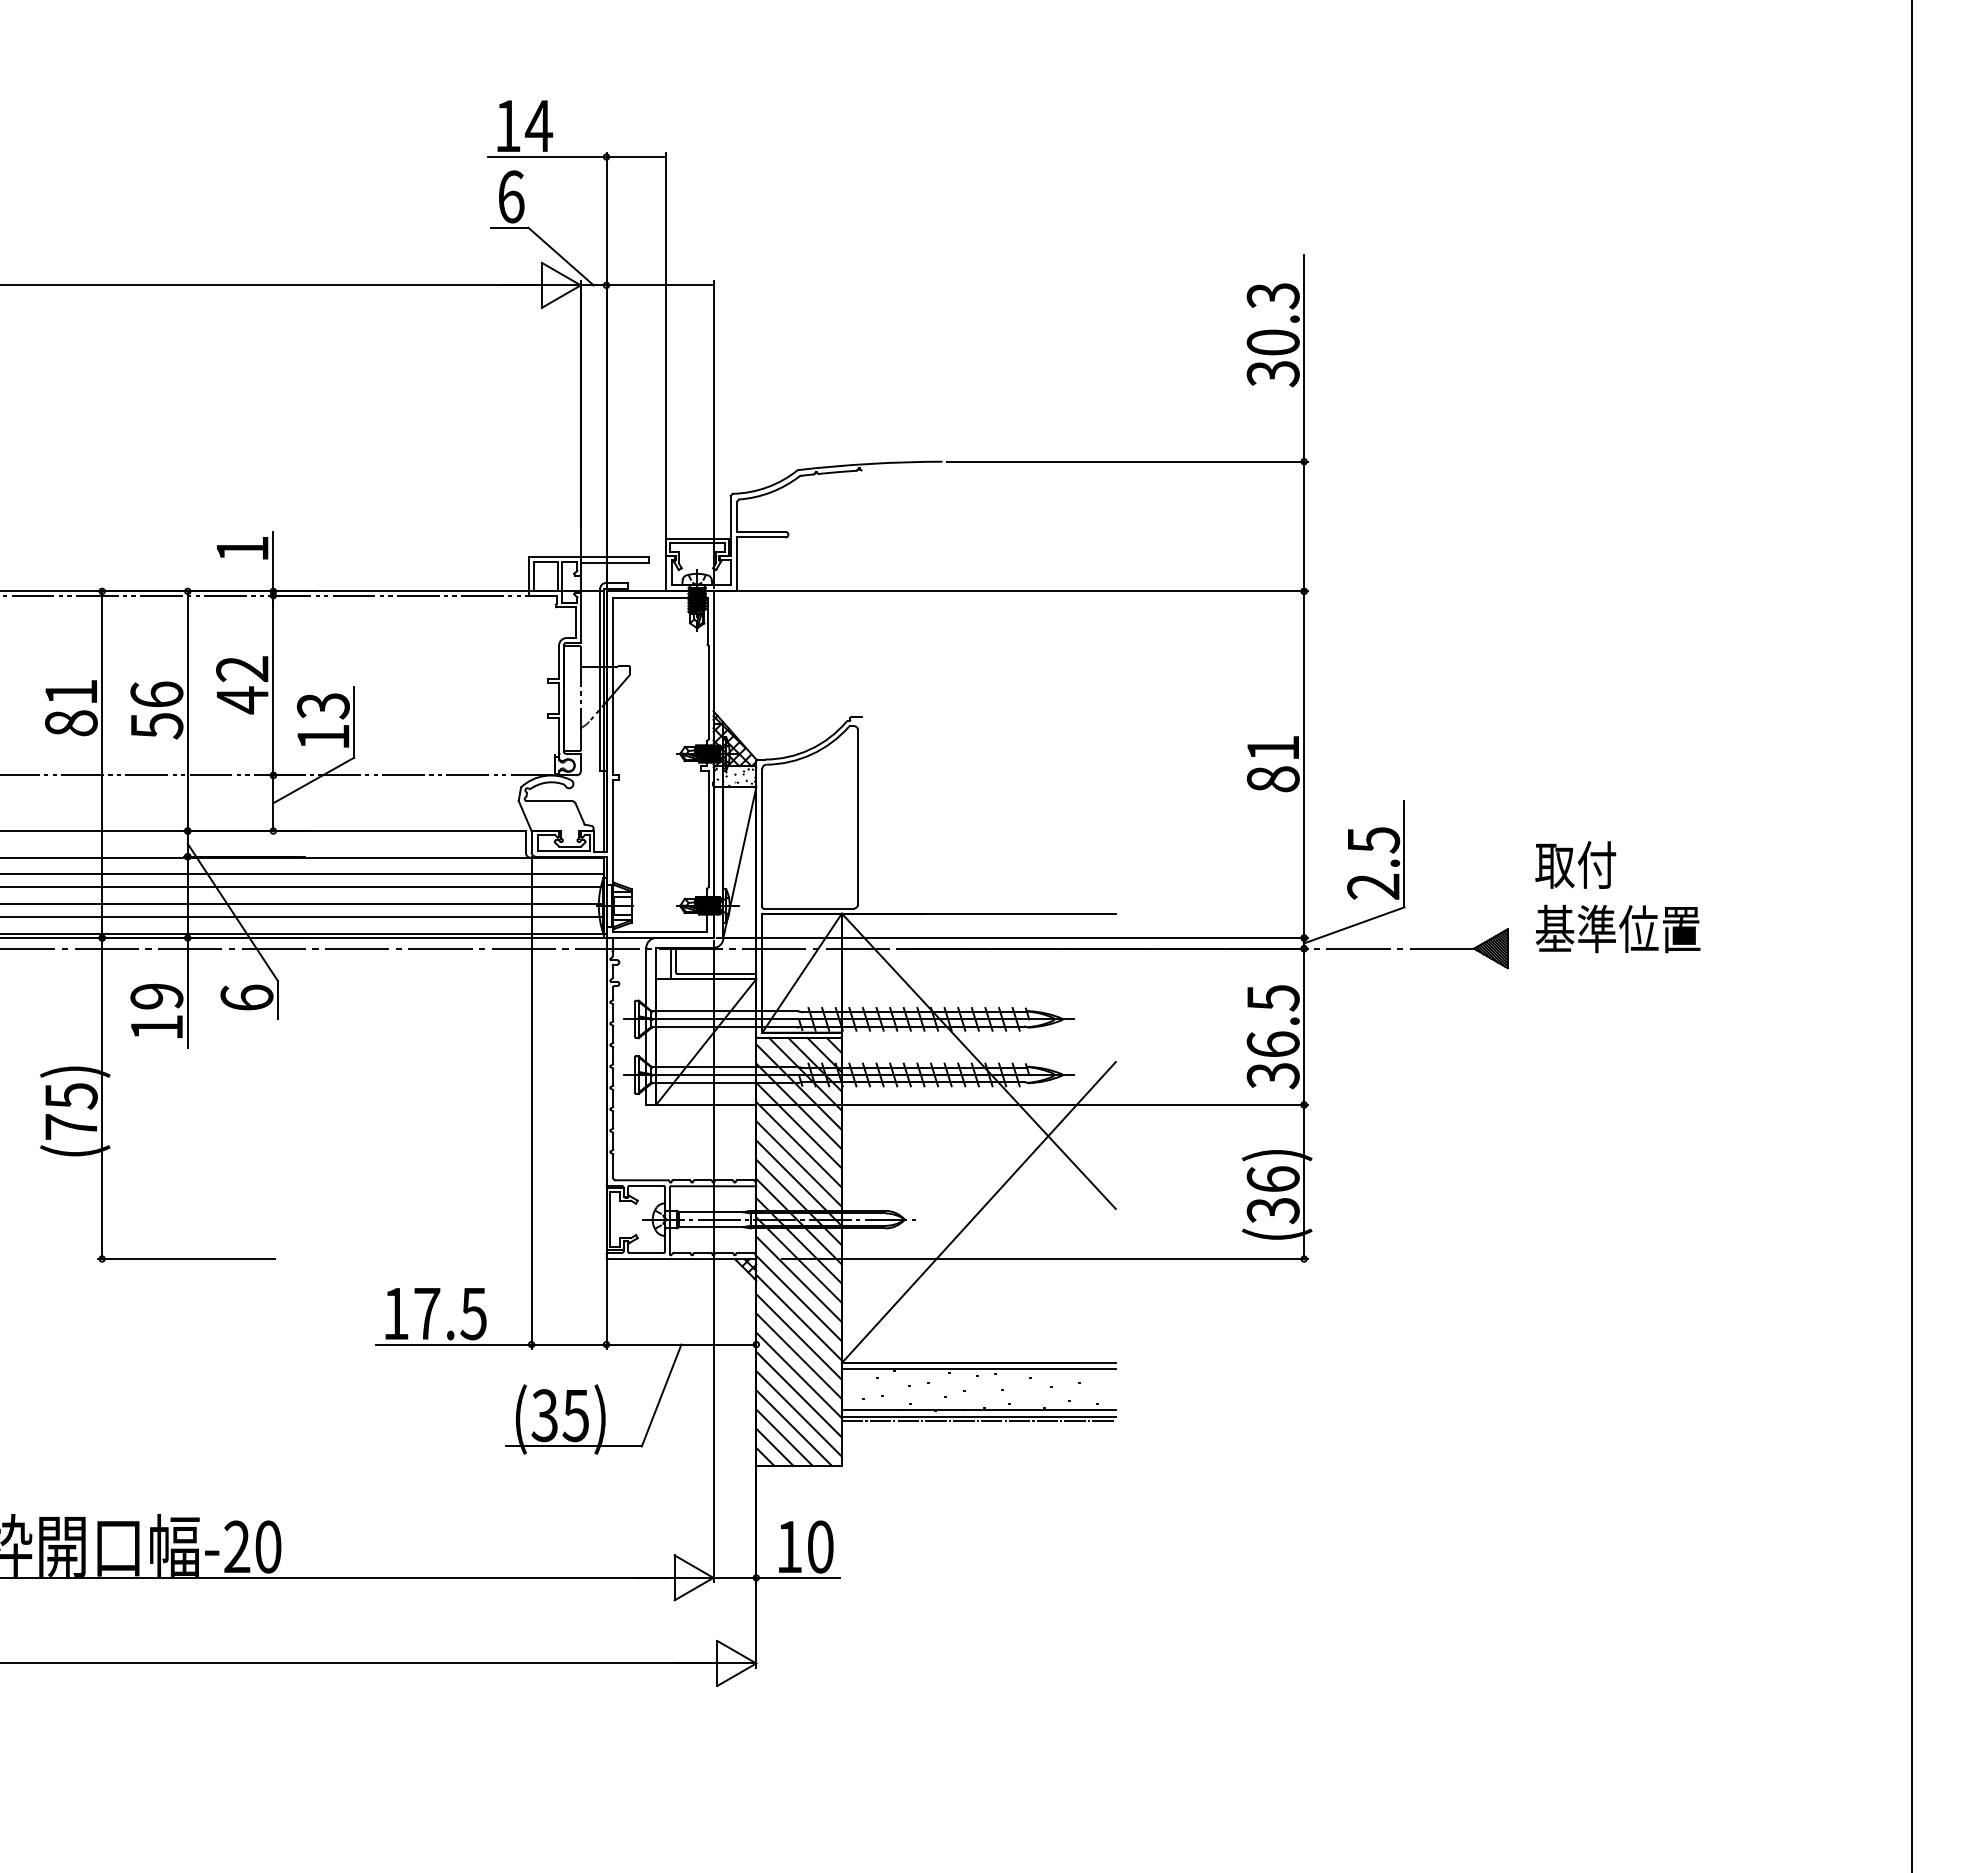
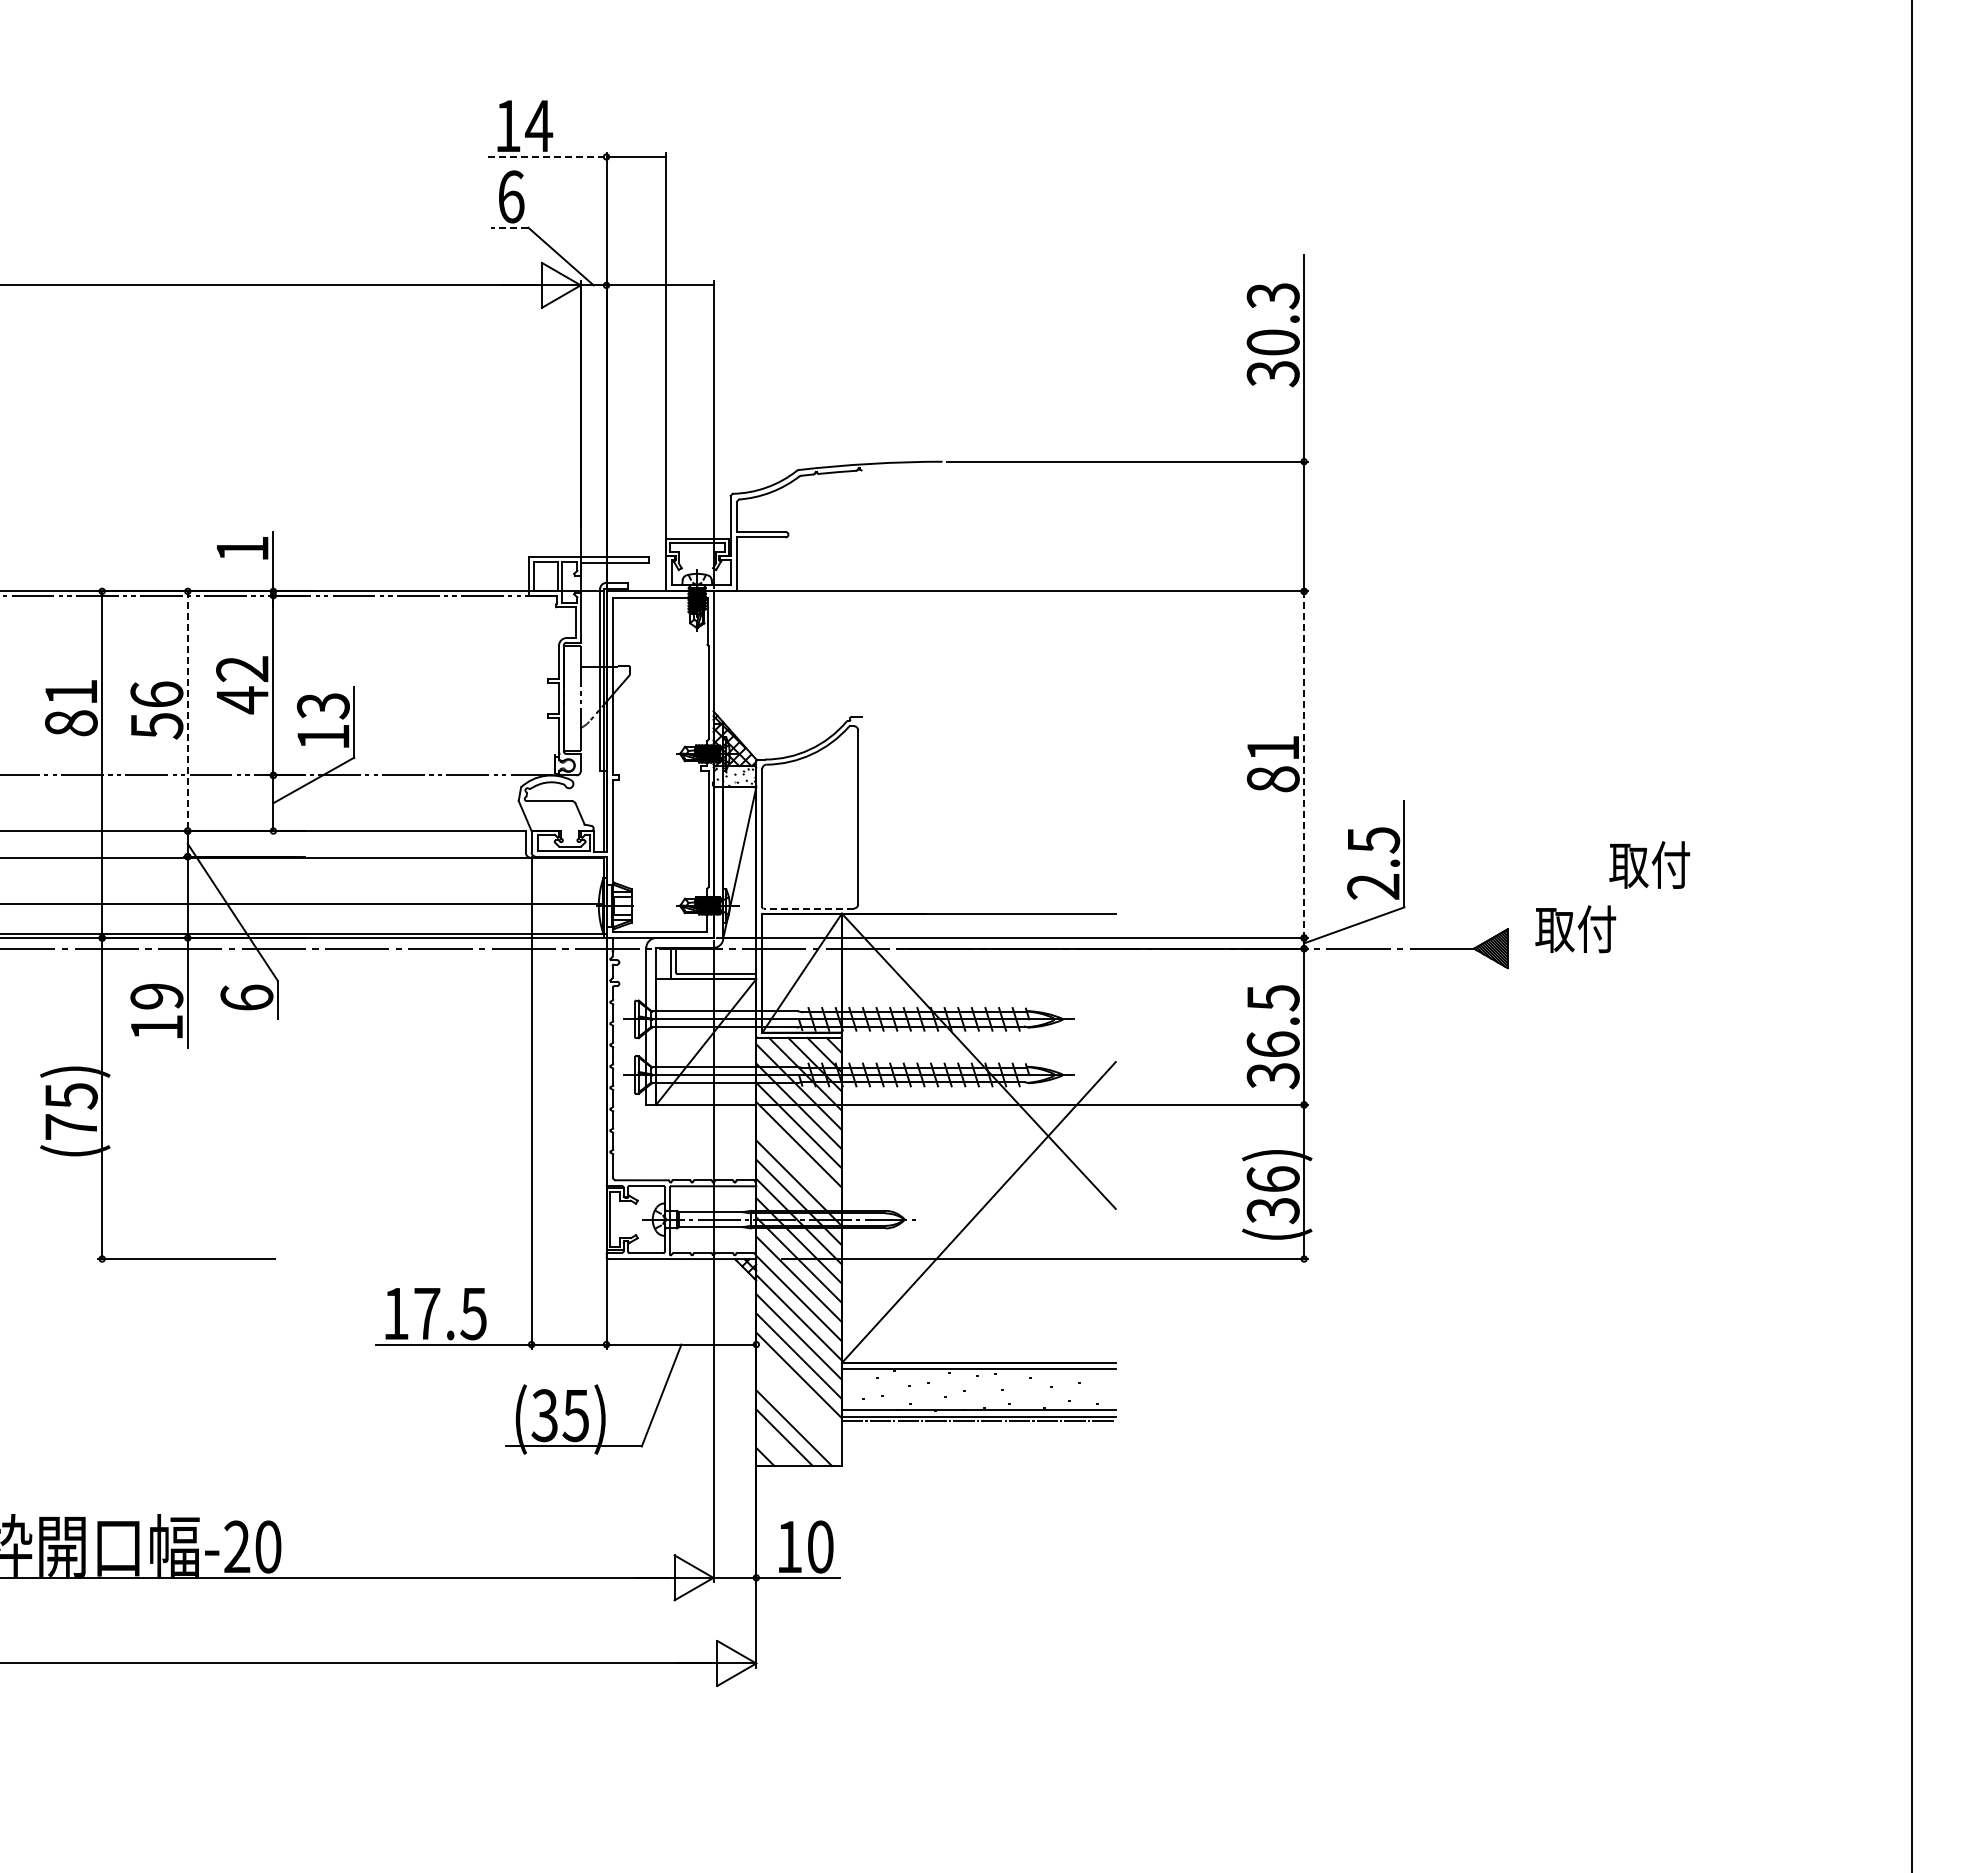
line at (547, 156): solid -> dashed
line at (509, 227): solid -> dashed
line at (187, 711): solid -> dashed
line at (1304, 765): solid -> dashed
text at (1575, 864) position: (1575, 864) -> (1649, 864)
line at (303, 873): present -> none
line at (303, 886): present -> none
line at (808, 908): solid -> dashed
line at (303, 916): present -> none
text at (1617, 928): 基準位置 -> 取付
line at (798, 1163): present -> none
line at (798, 1394): present -> none
line at (798, 1413): present -> none
line at (774, 1446): present -> none
